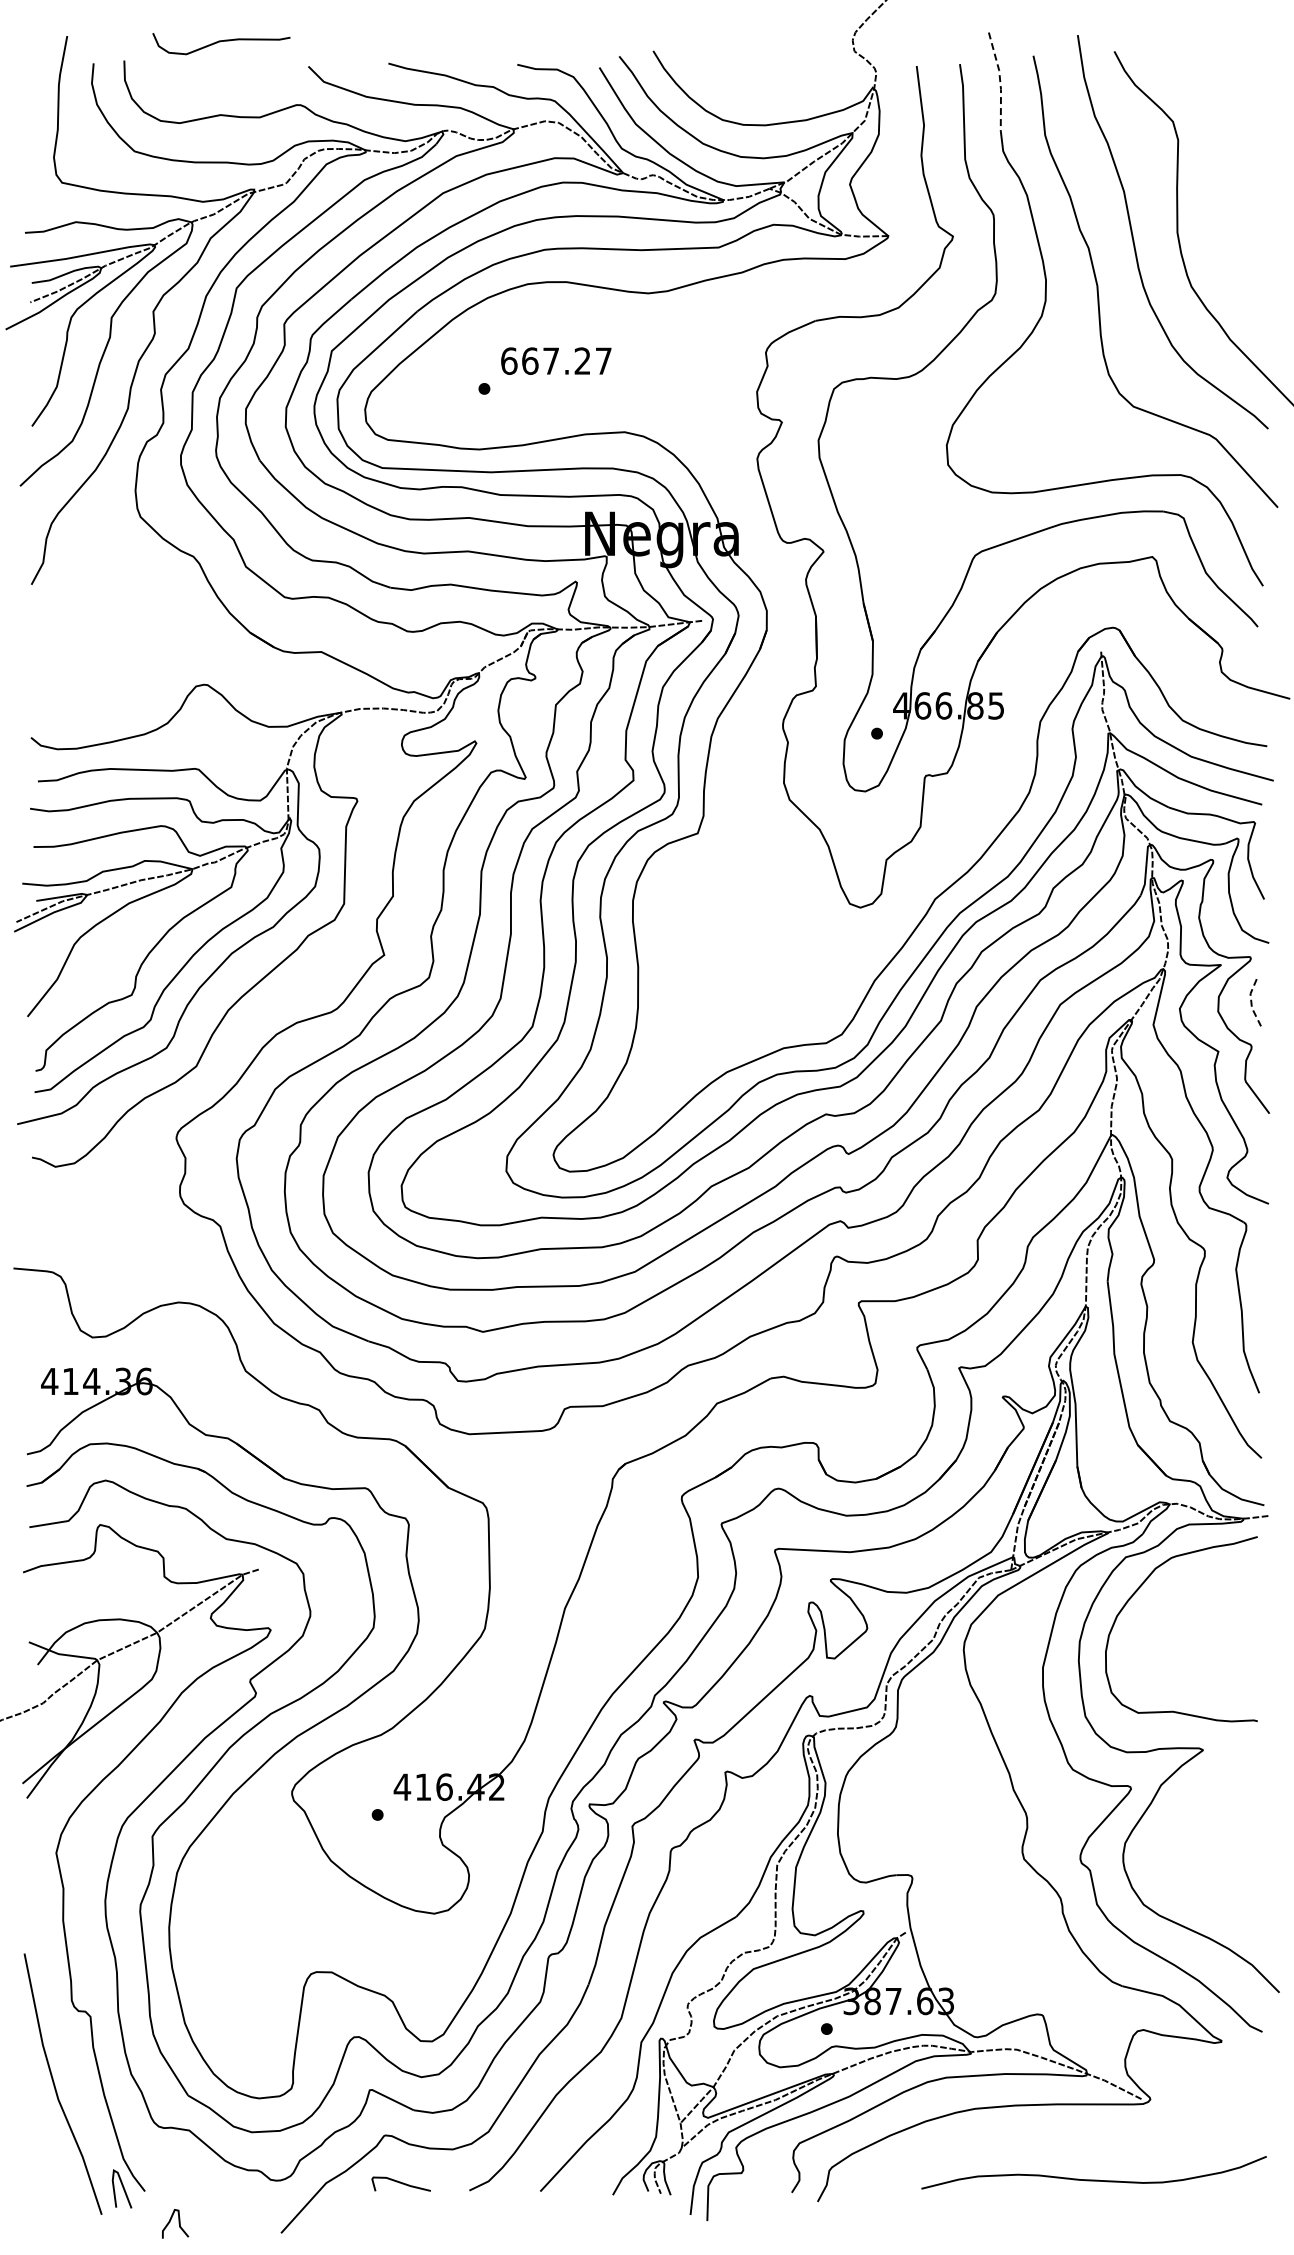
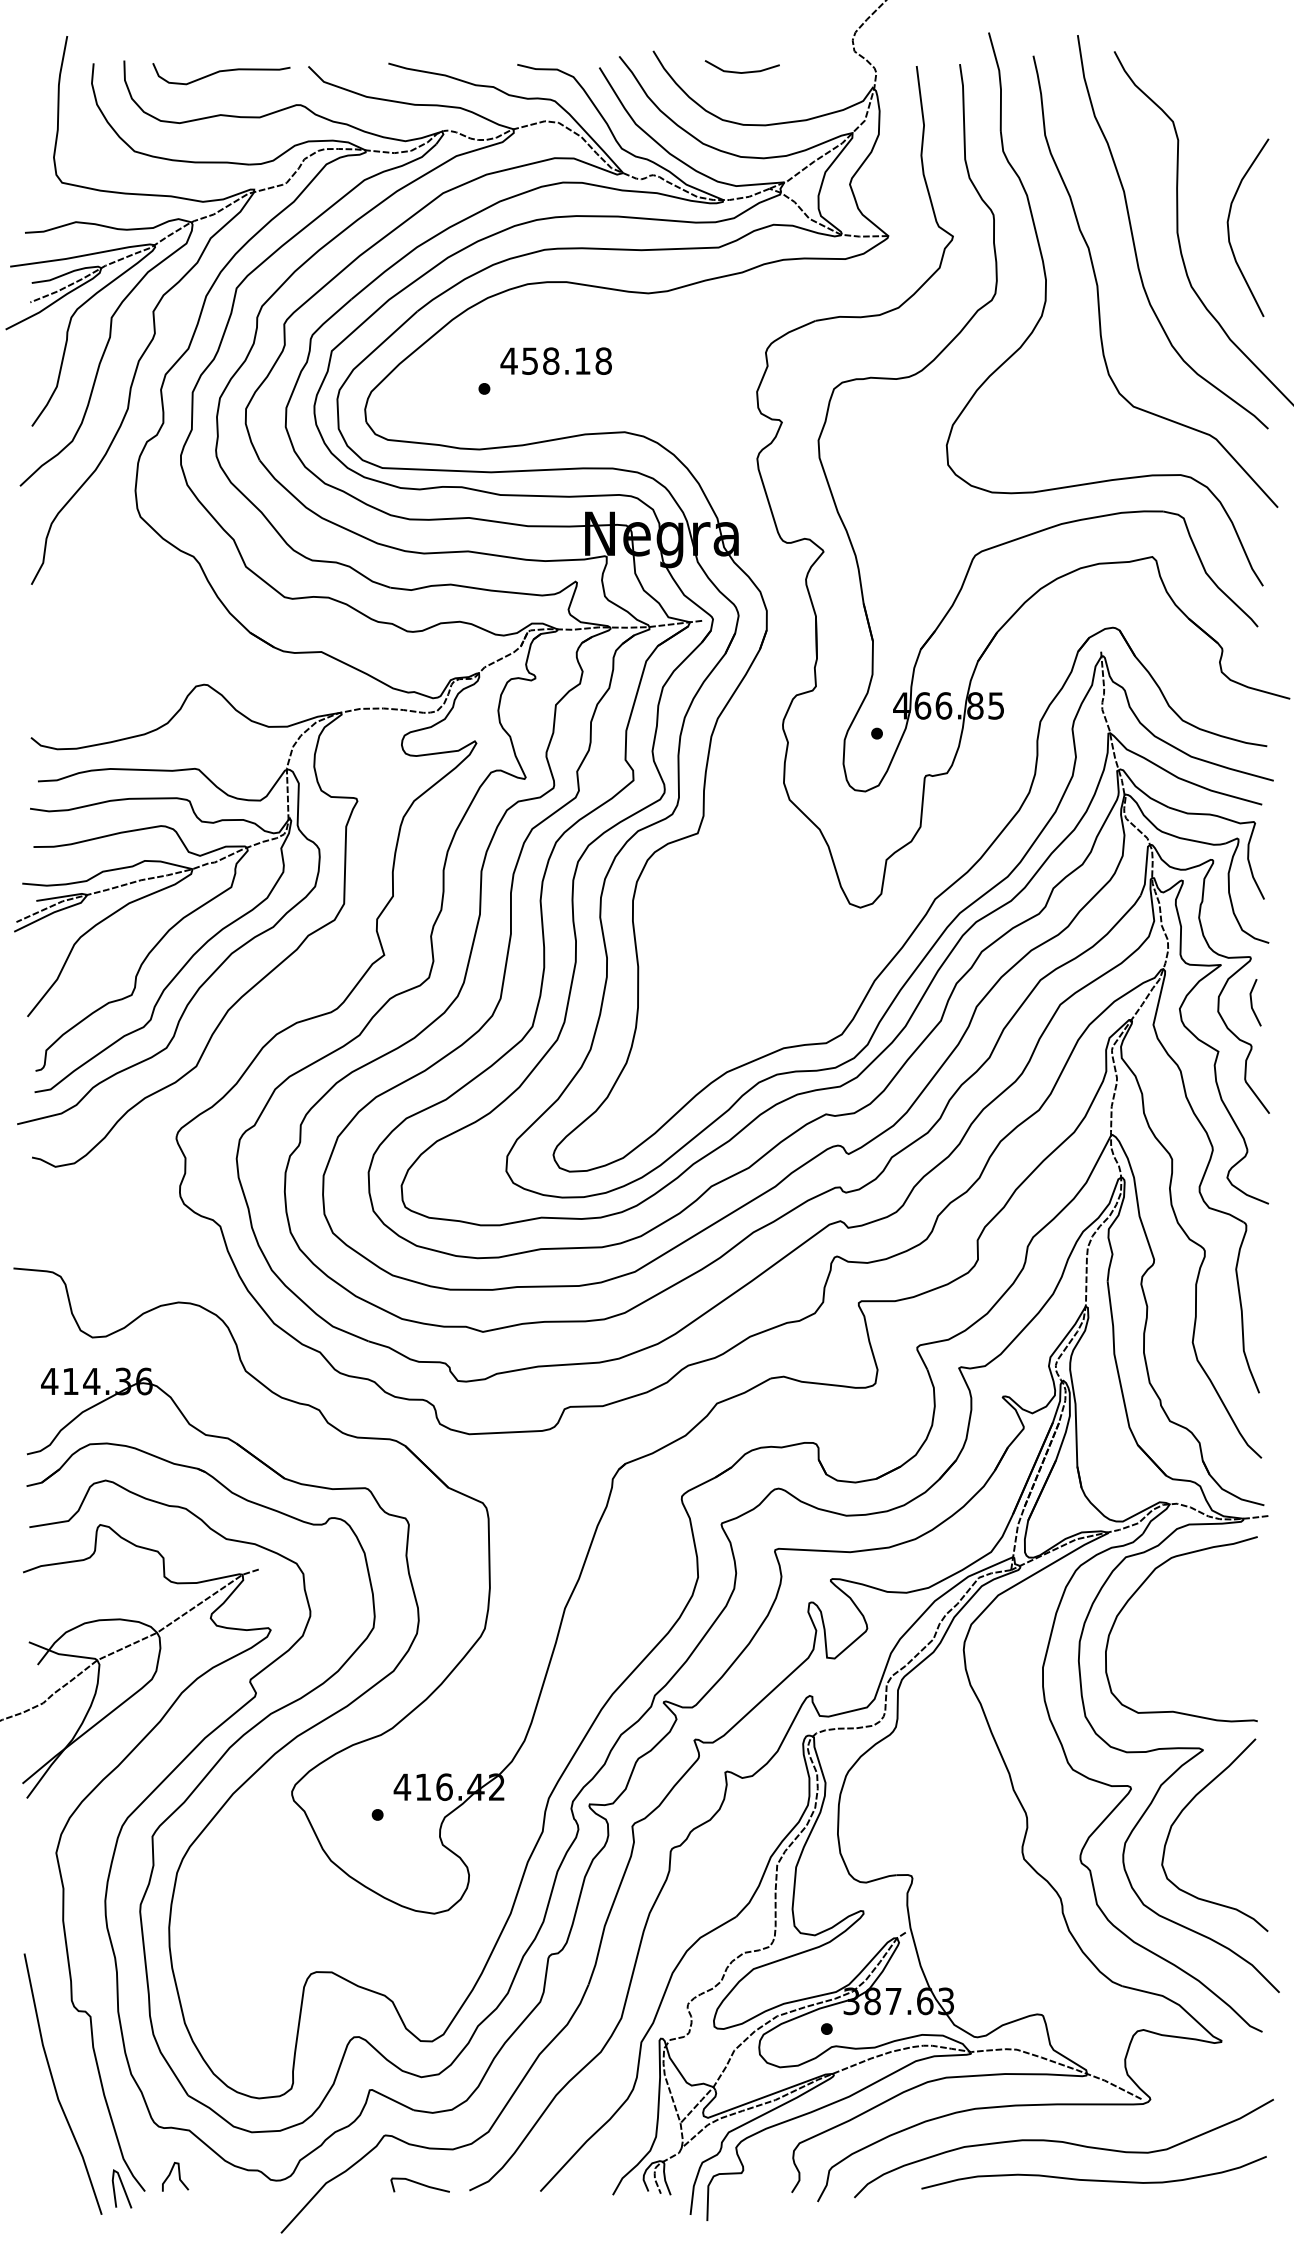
curve at (220, 42) position: (220, 42) -> (220, 72)
line at (739, 71): none -> present
line at (1000, 80): dashed -> solid
curve at (1229, 228): none -> present
text at (555, 360): 667.27 -> 458.18
line at (1251, 1003): dashed -> solid
curve at (1182, 1812): none -> present
curve at (1063, 2143): none -> present
curve at (400, 2183) position: (400, 2183) -> (419, 2184)
curve at (178, 2223) position: (178, 2223) -> (178, 2176)
